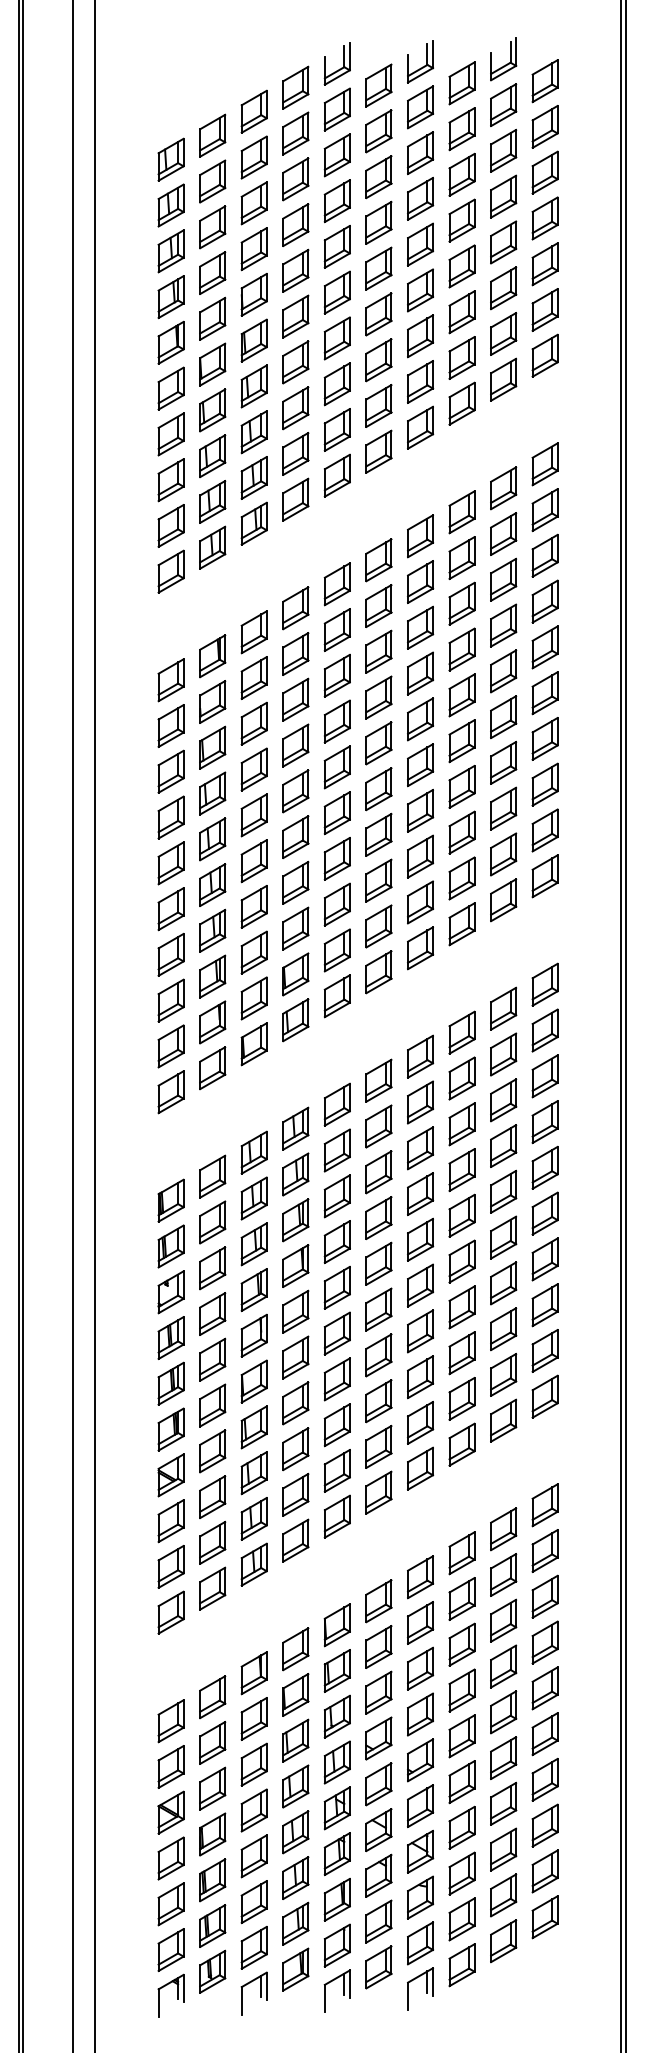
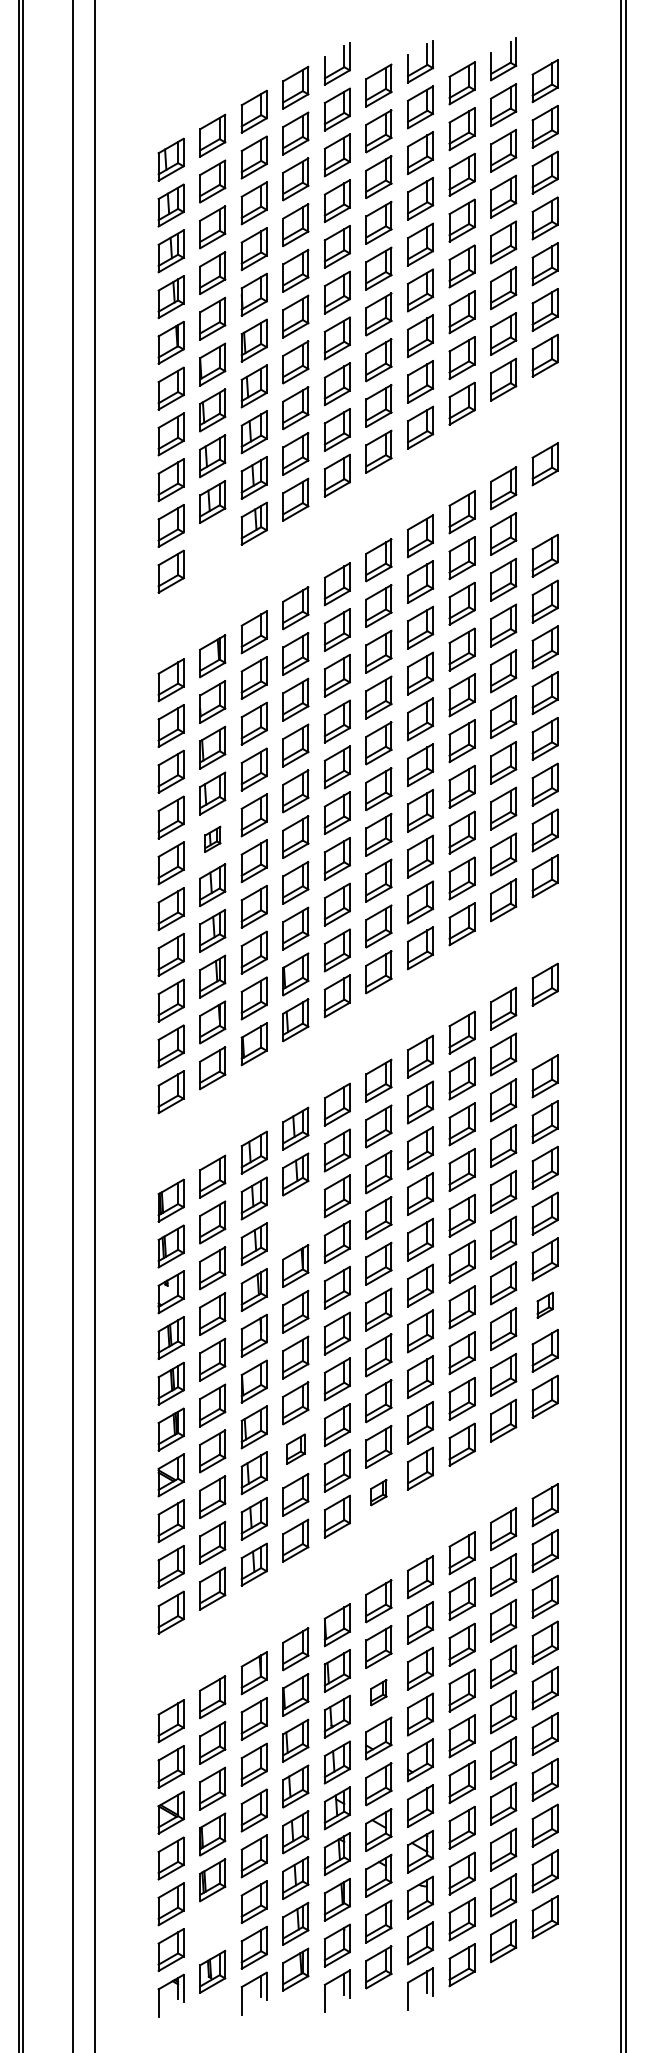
part at (544, 510): present -> none
part at (212, 547): present -> none
part at (212, 839) size: 28x45 px -> 18x28 px
part at (544, 1030): present -> none
part at (295, 1220): present -> none
part at (544, 1305) size: 28x45 px -> 18x28 px
part at (295, 1449) size: 28x45 px -> 20x32 px
part at (378, 1492) size: 28x45 px -> 18x28 px
part at (378, 1692) size: 28x45 px -> 18x28 px
part at (212, 1925): present -> none
